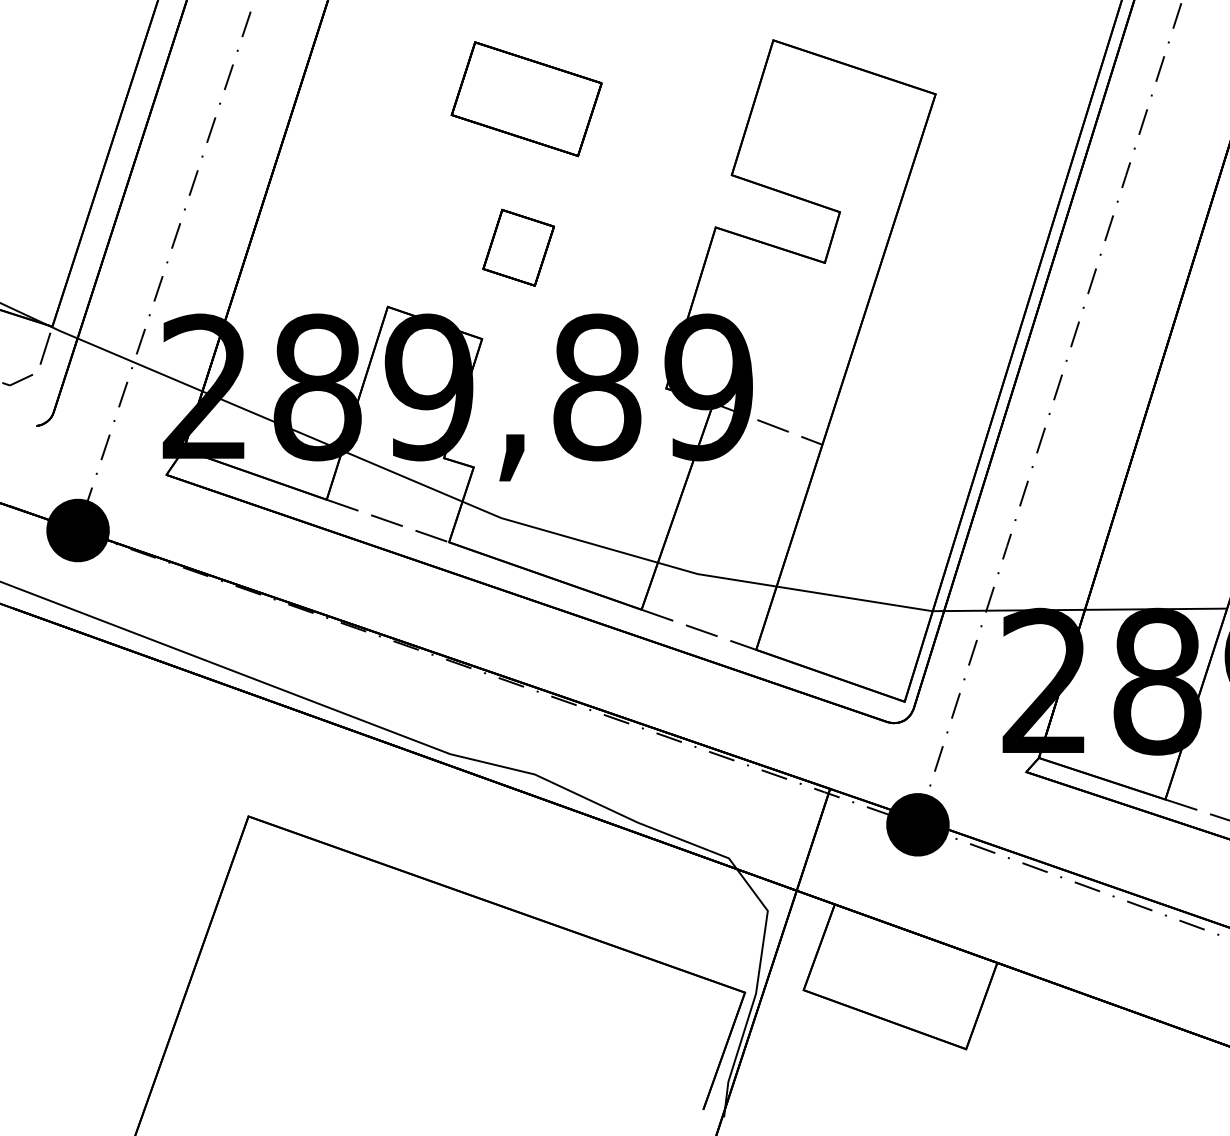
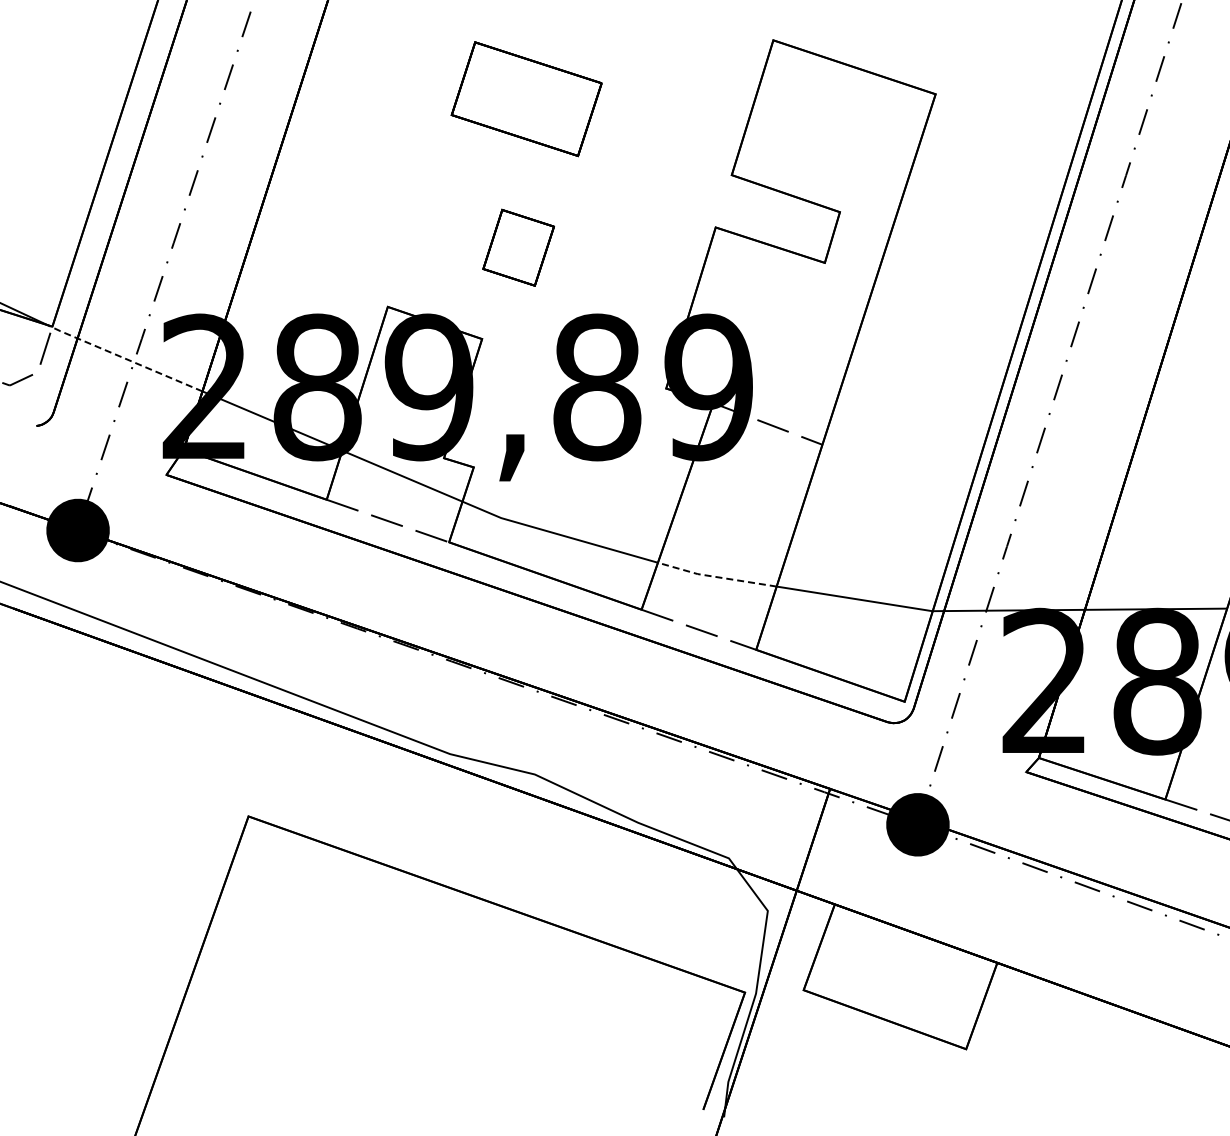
line at (123, 357): solid -> dashed
line at (715, 576): solid -> dashed
